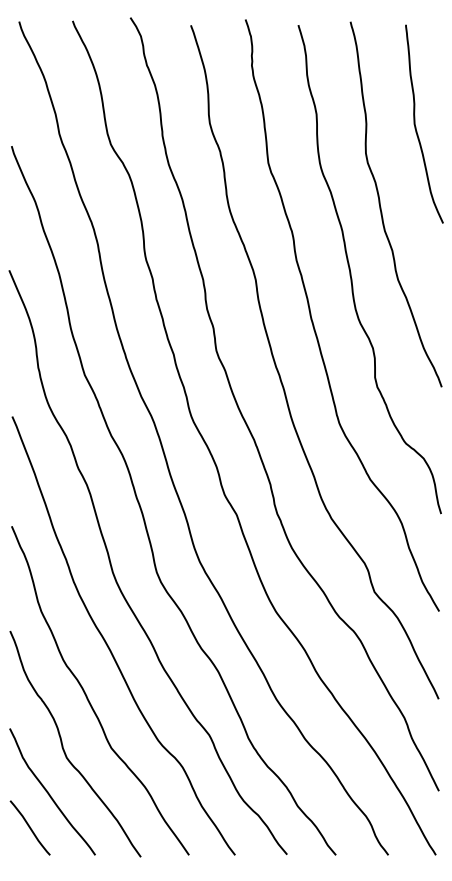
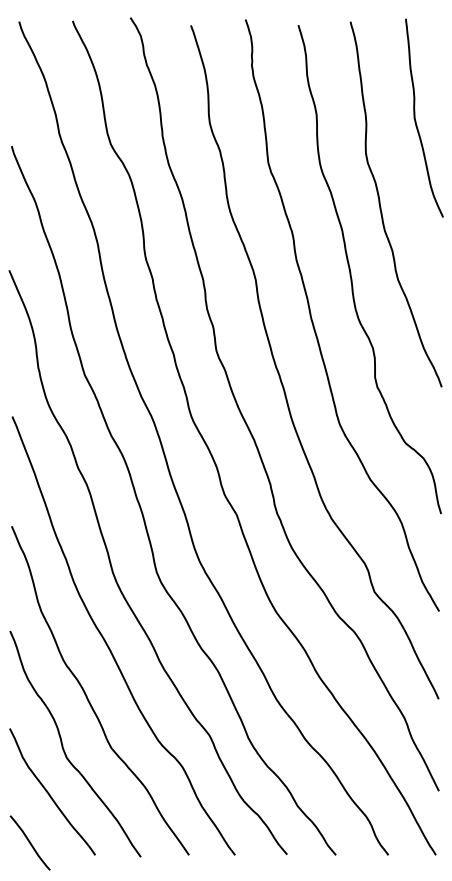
curve at (416, 126) position: (416, 126) -> (416, 120)
curve at (29, 827) position: (29, 827) -> (29, 842)
